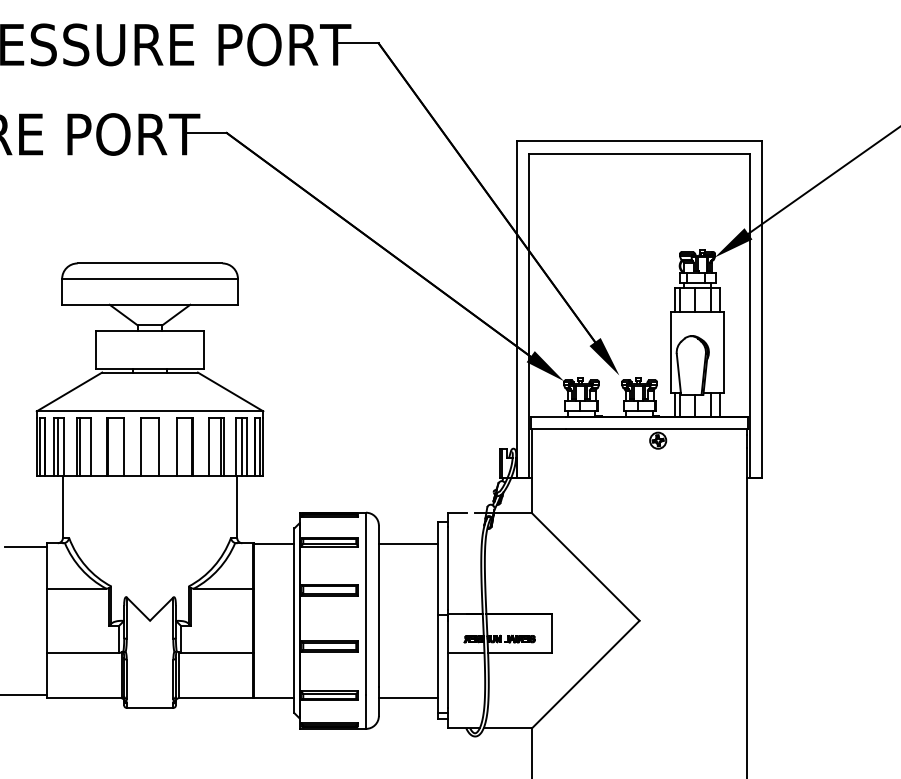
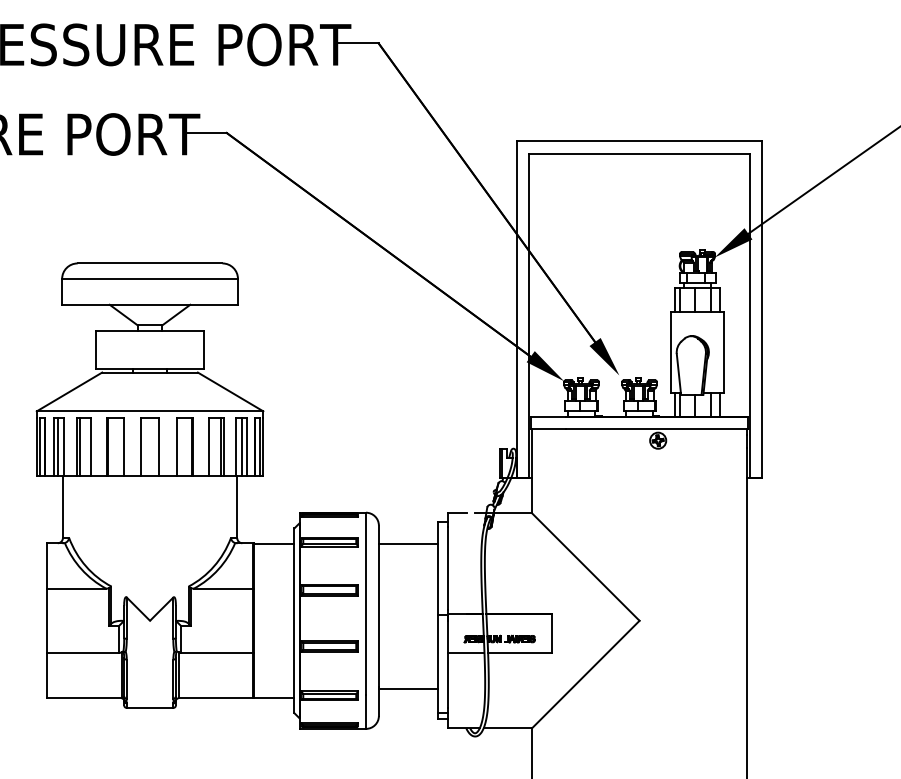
line at (25, 547): present -> none
line at (24, 694): present -> none
line at (407, 697) position: (407, 697) -> (407, 688)
